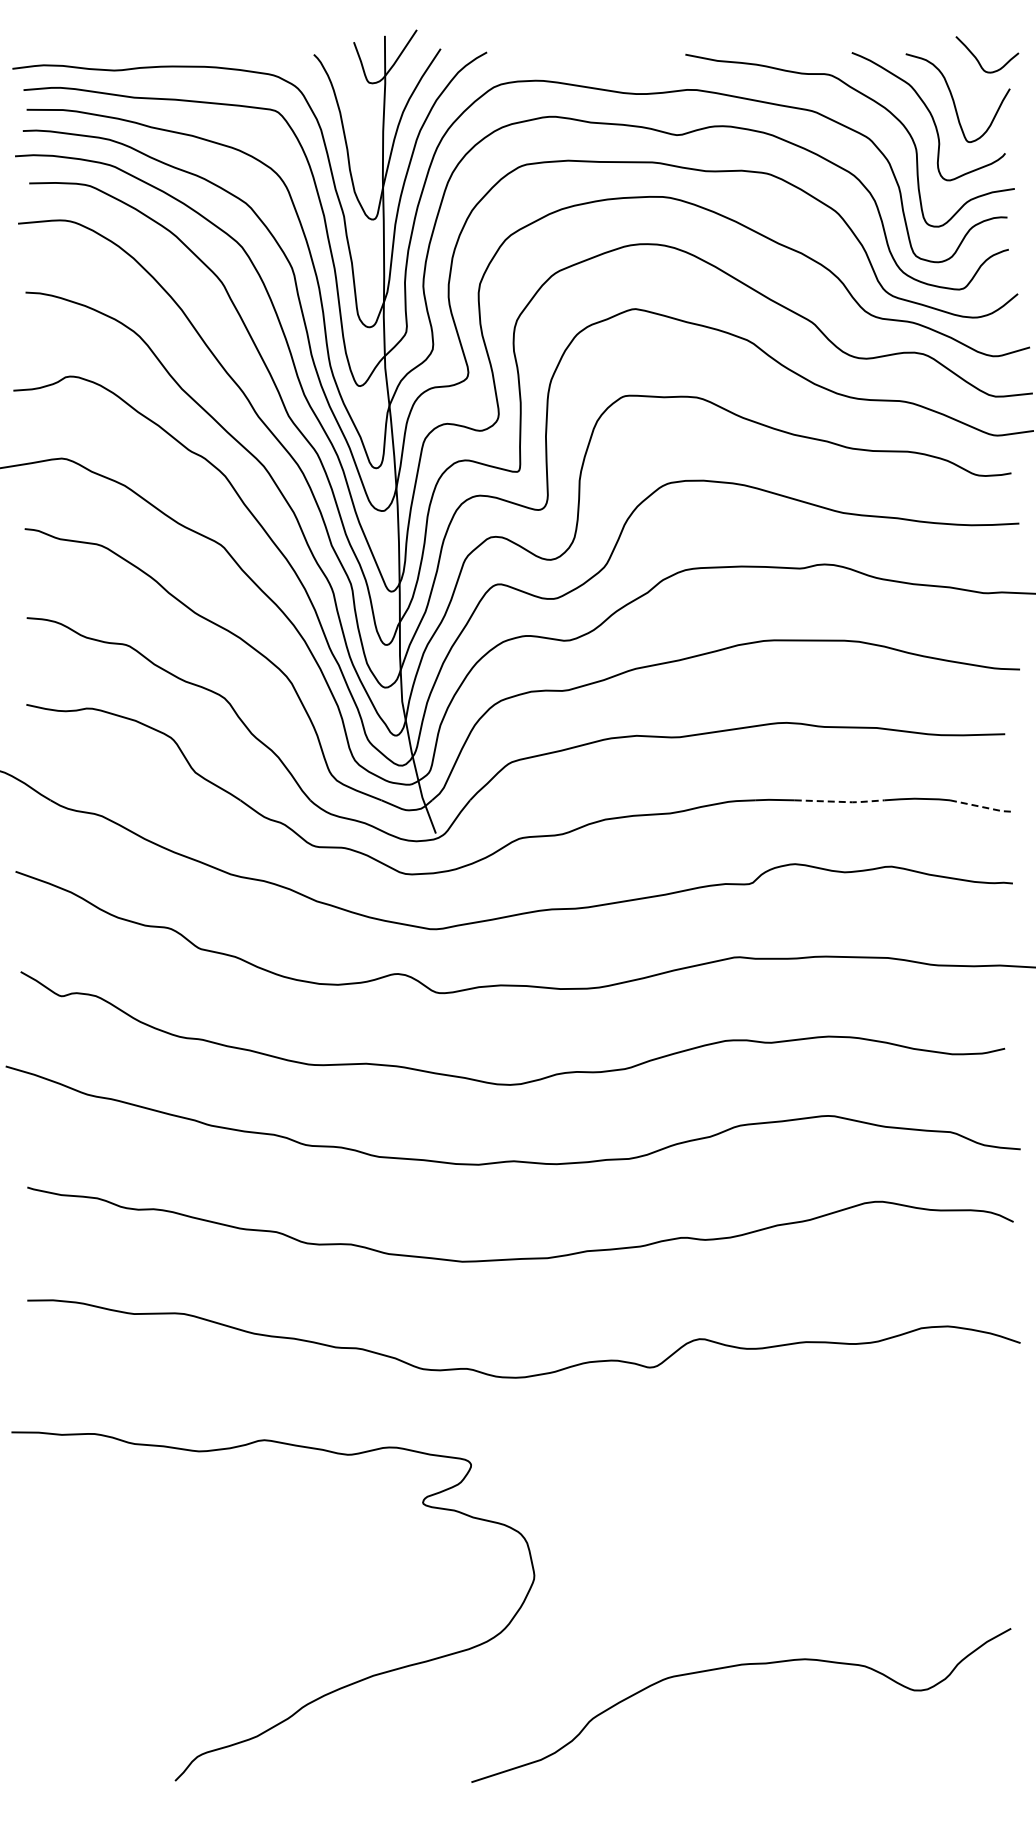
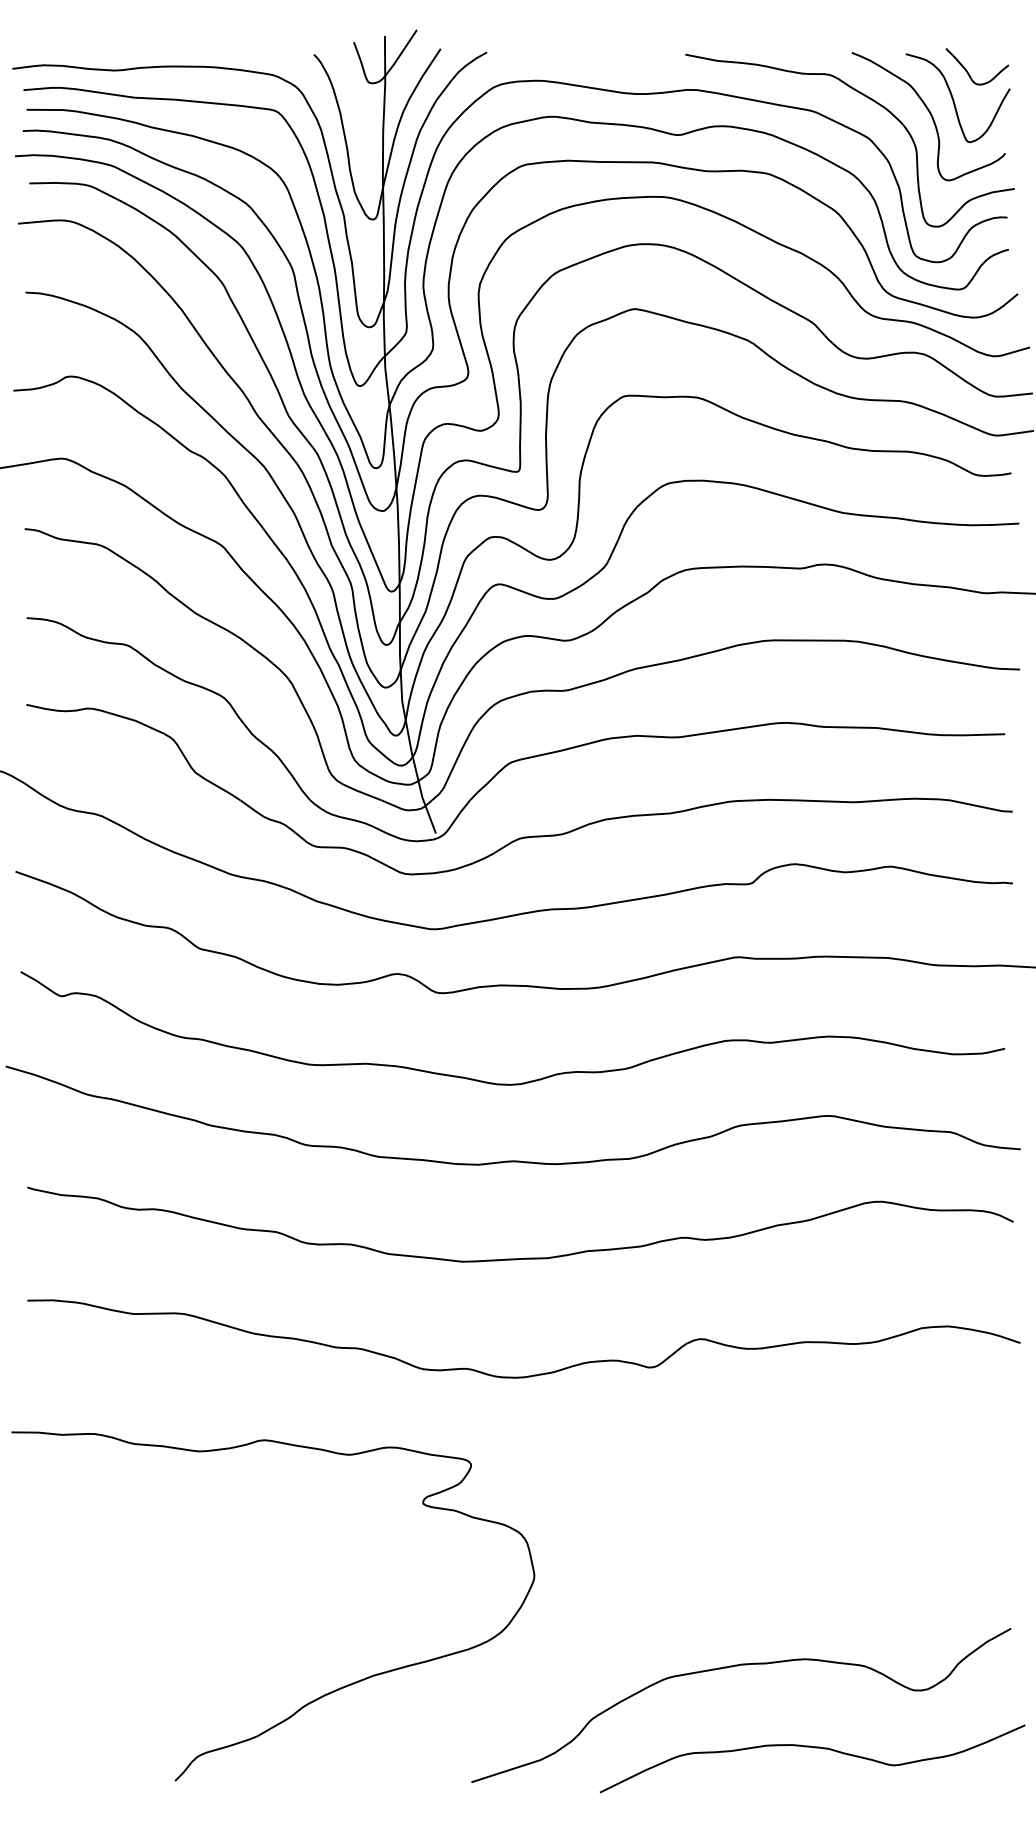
curve at (979, 61) position: (979, 61) -> (969, 73)
line at (840, 801): dashed -> solid
line at (981, 806): dashed -> solid
curve at (814, 1748): none -> present
